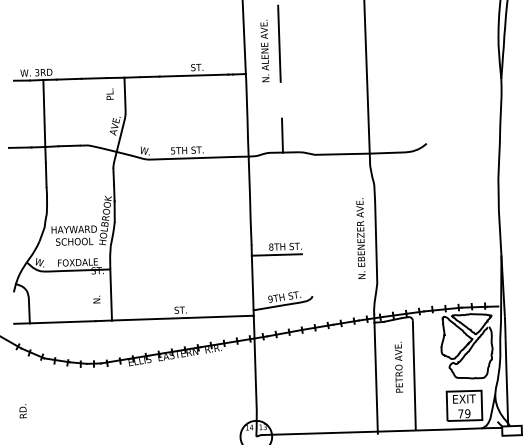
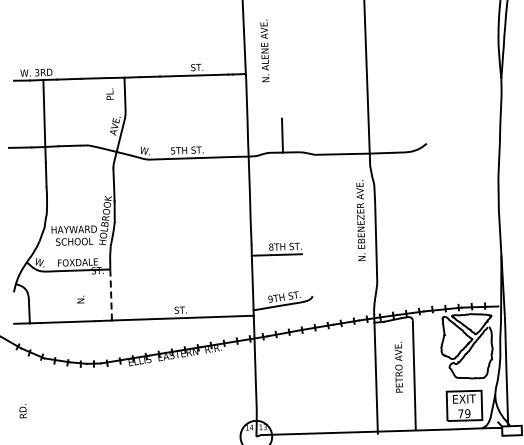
line at (279, 43): present -> none
text at (360, 238) position: (360, 238) -> (360, 220)
line at (111, 294): solid -> dashed
text at (96, 299) position: (96, 299) -> (80, 299)
